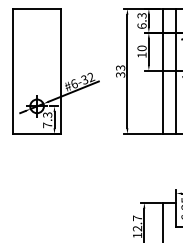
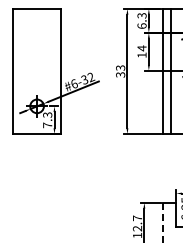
text at (141, 48): 10 -> 14
line at (176, 71) position: (176, 71) -> (171, 71)
line at (162, 222): solid -> dashed
